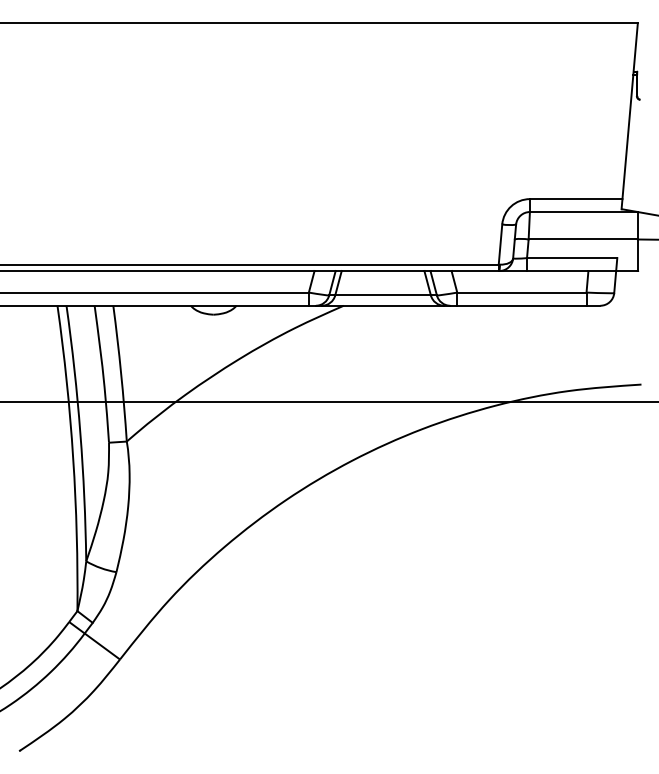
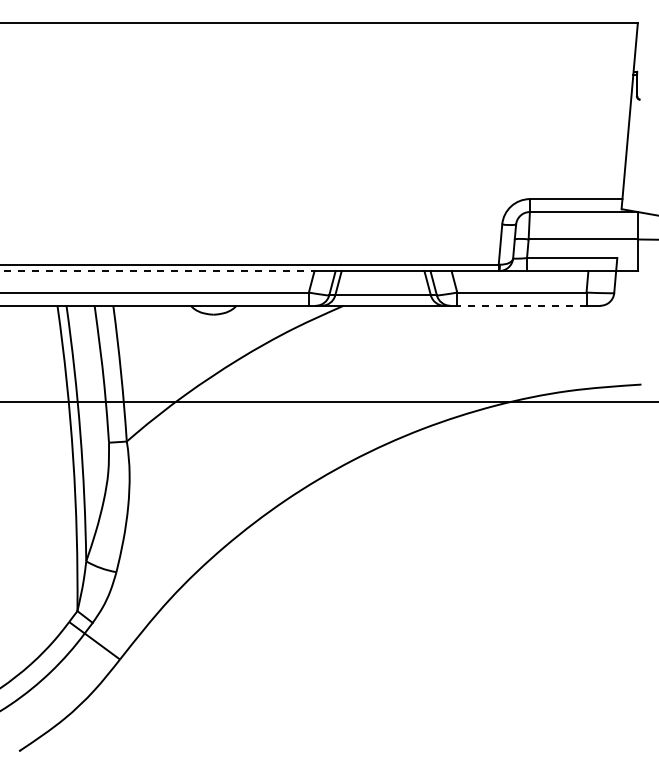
line at (157, 271): solid -> dashed
line at (521, 305): solid -> dashed
